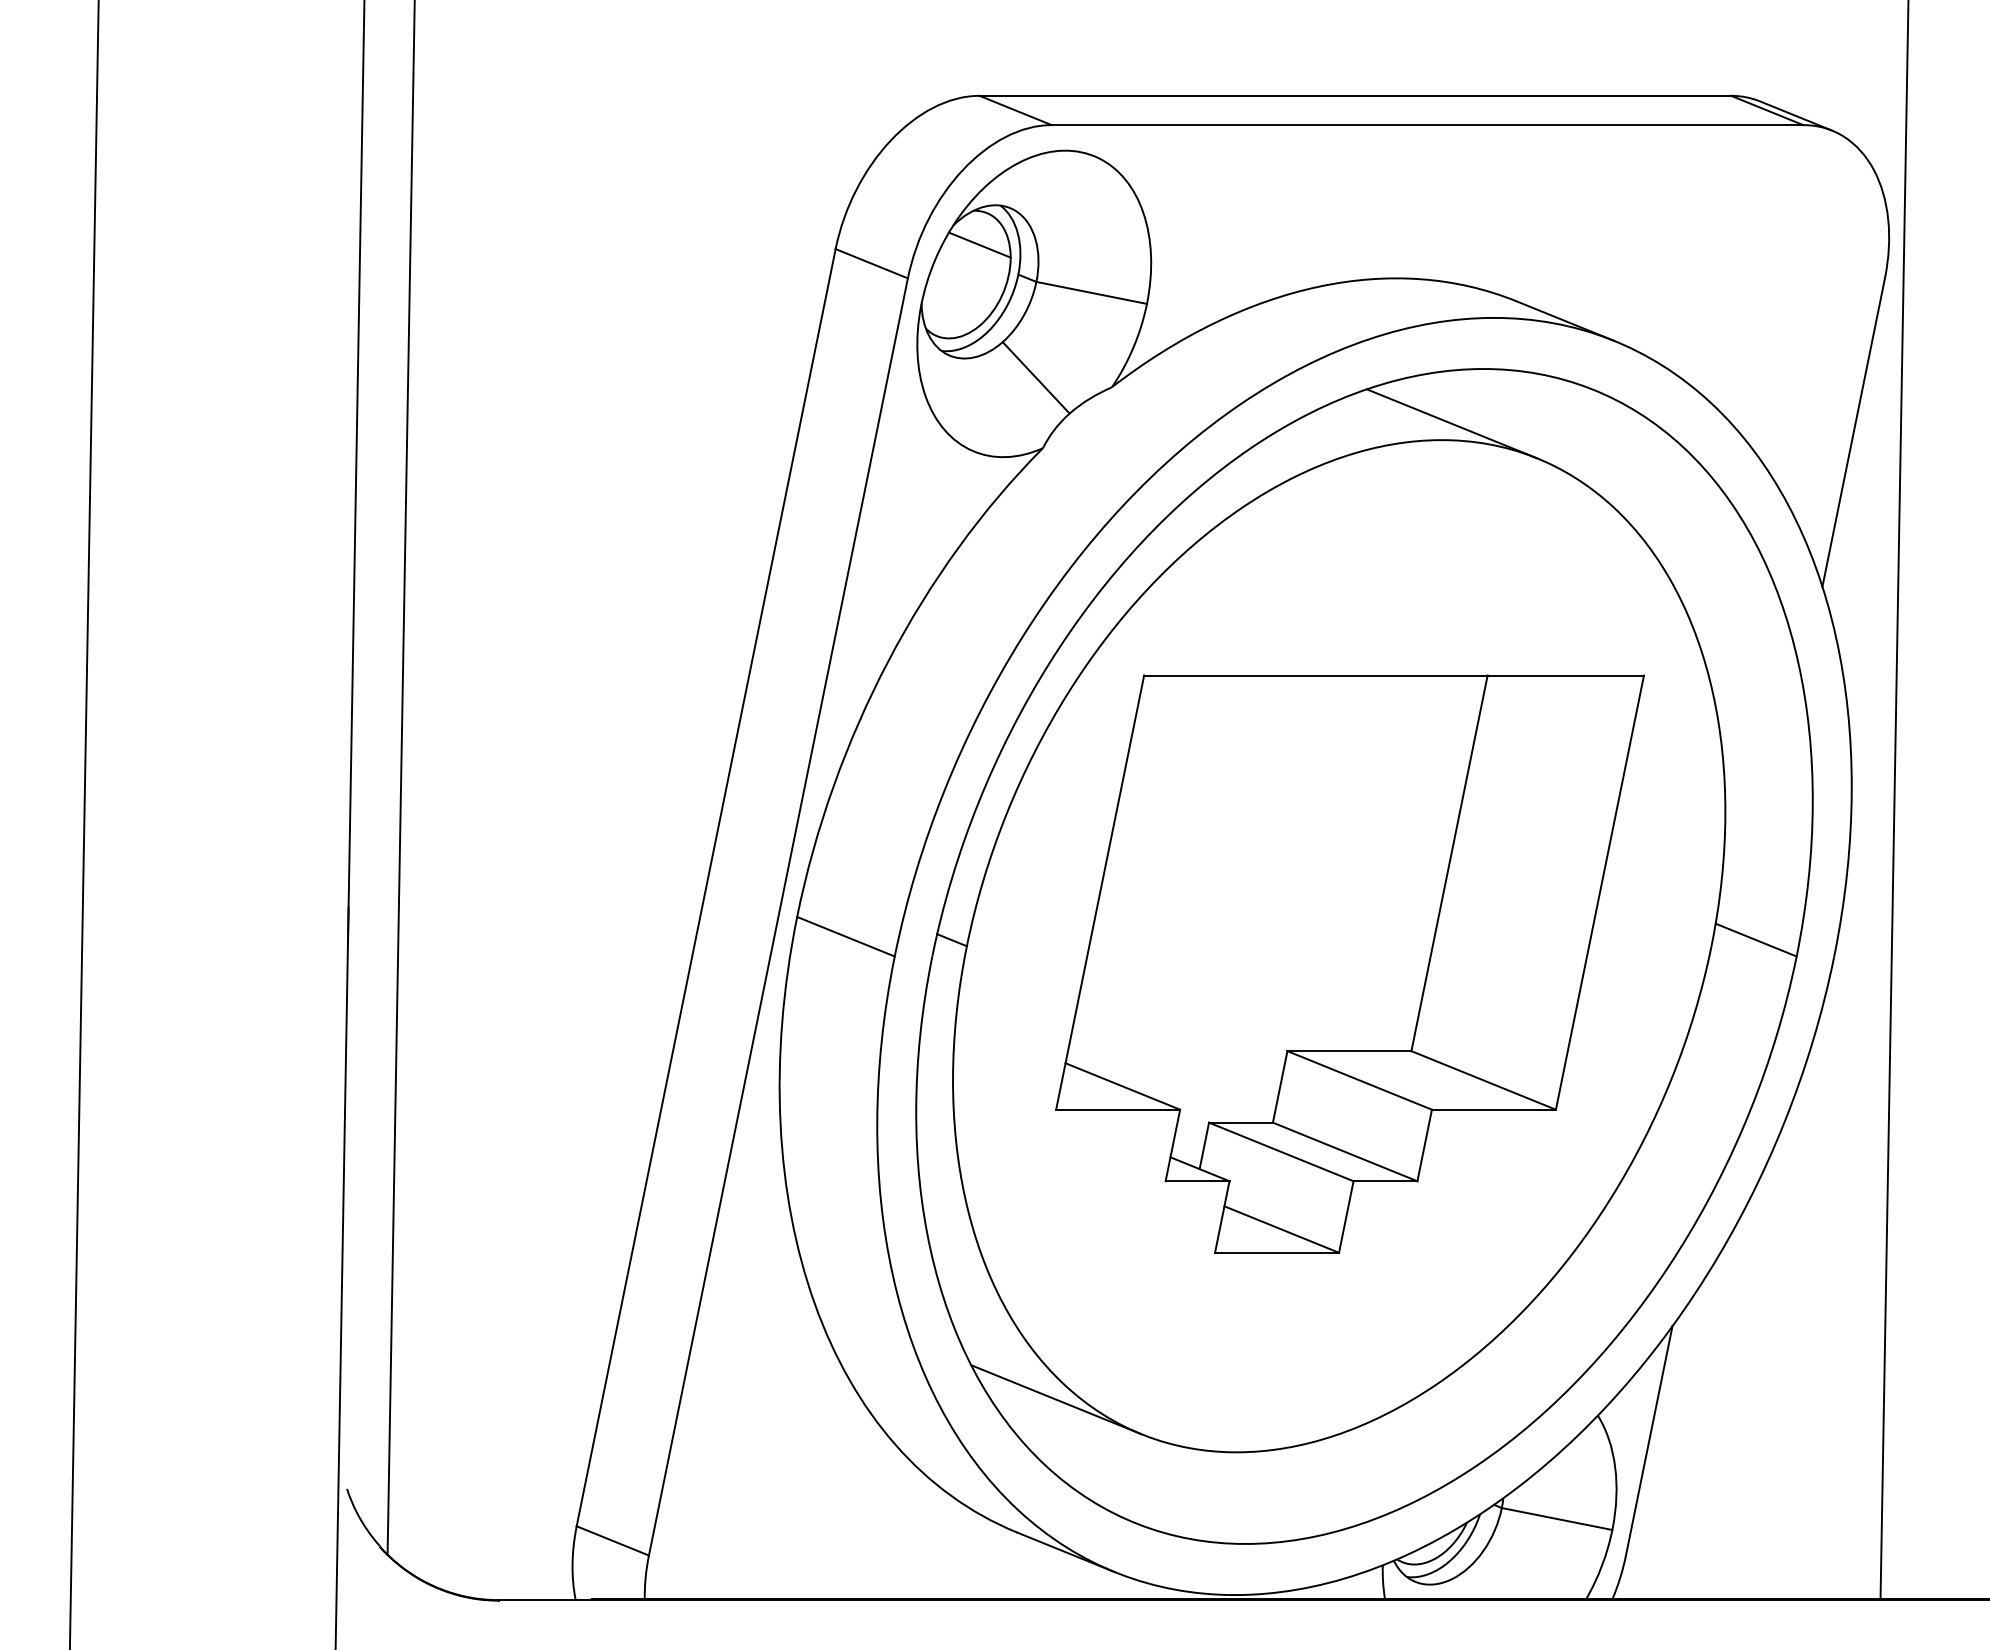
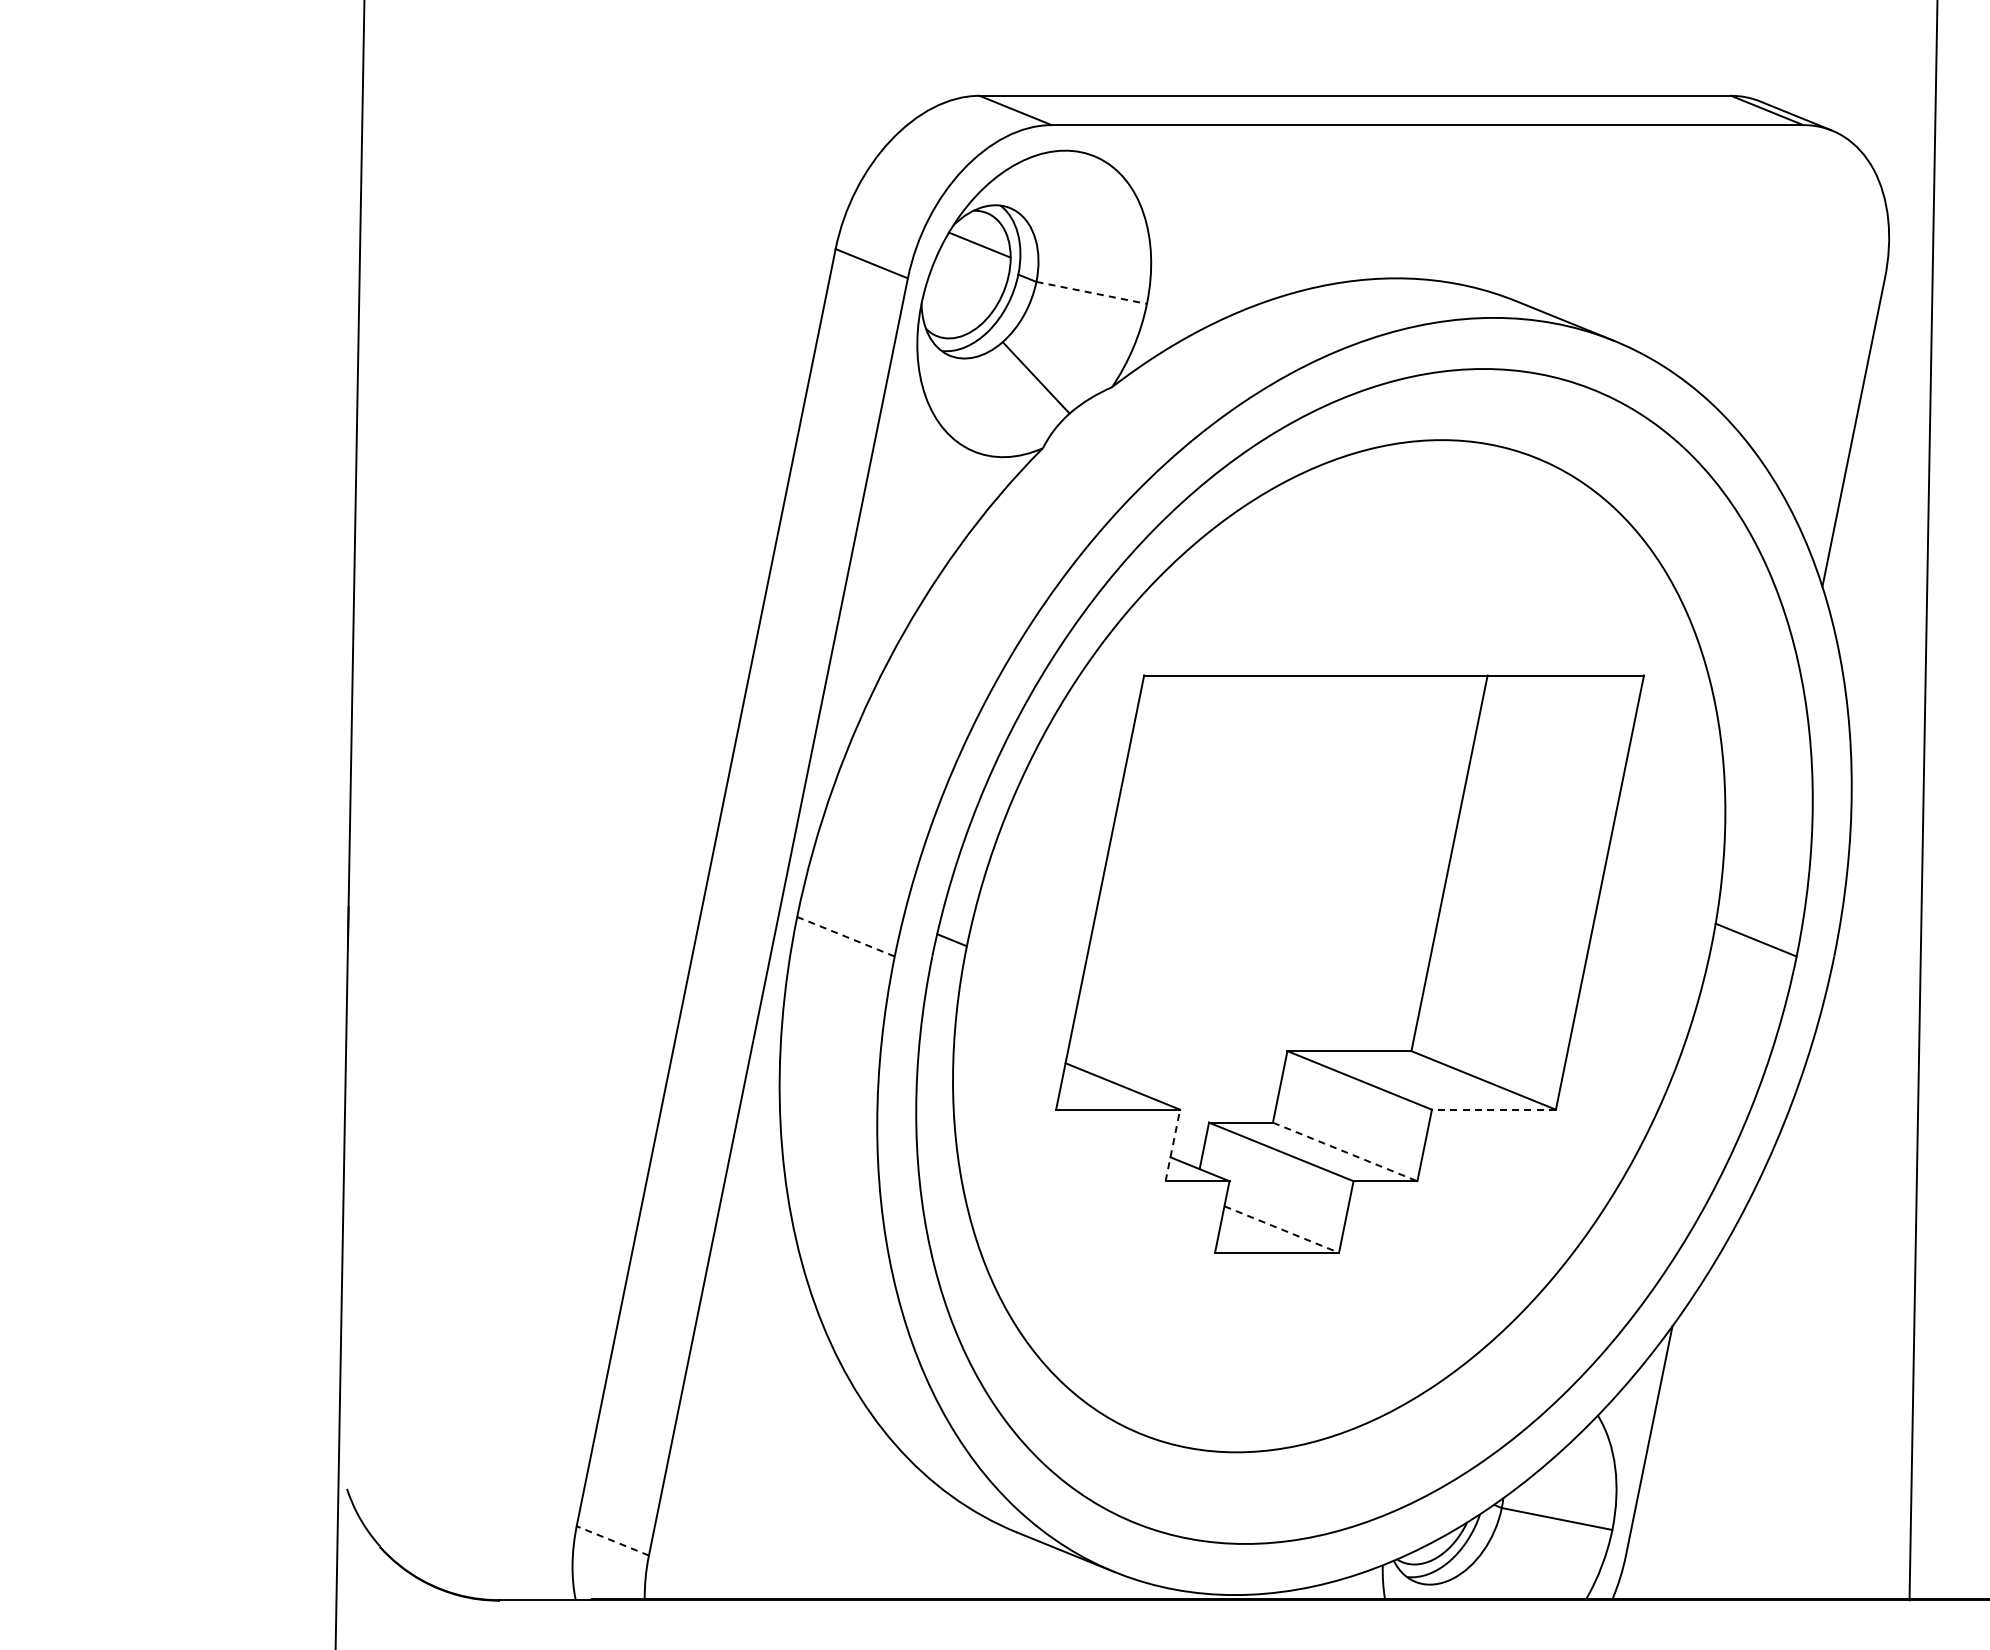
line at (1092, 293): solid -> dashed
line at (1451, 423): present -> none
line at (400, 778): present -> none
line at (1894, 800) position: (1894, 800) -> (1923, 801)
line at (83, 824): present -> none
line at (845, 936): solid -> dashed
line at (1493, 1109): solid -> dashed
line at (1172, 1144): solid -> dashed
line at (1345, 1151): solid -> dashed
line at (1281, 1229): solid -> dashed
line at (1056, 1399): present -> none
line at (612, 1540): solid -> dashed
